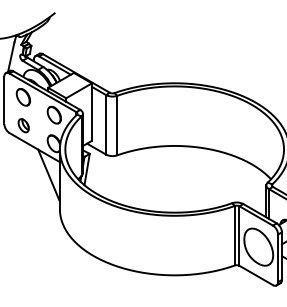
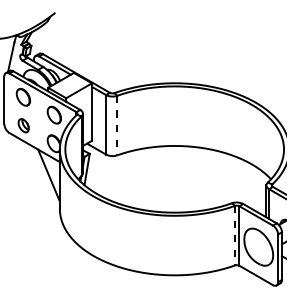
line at (117, 125): solid -> dashed
line at (234, 235): solid -> dashed
